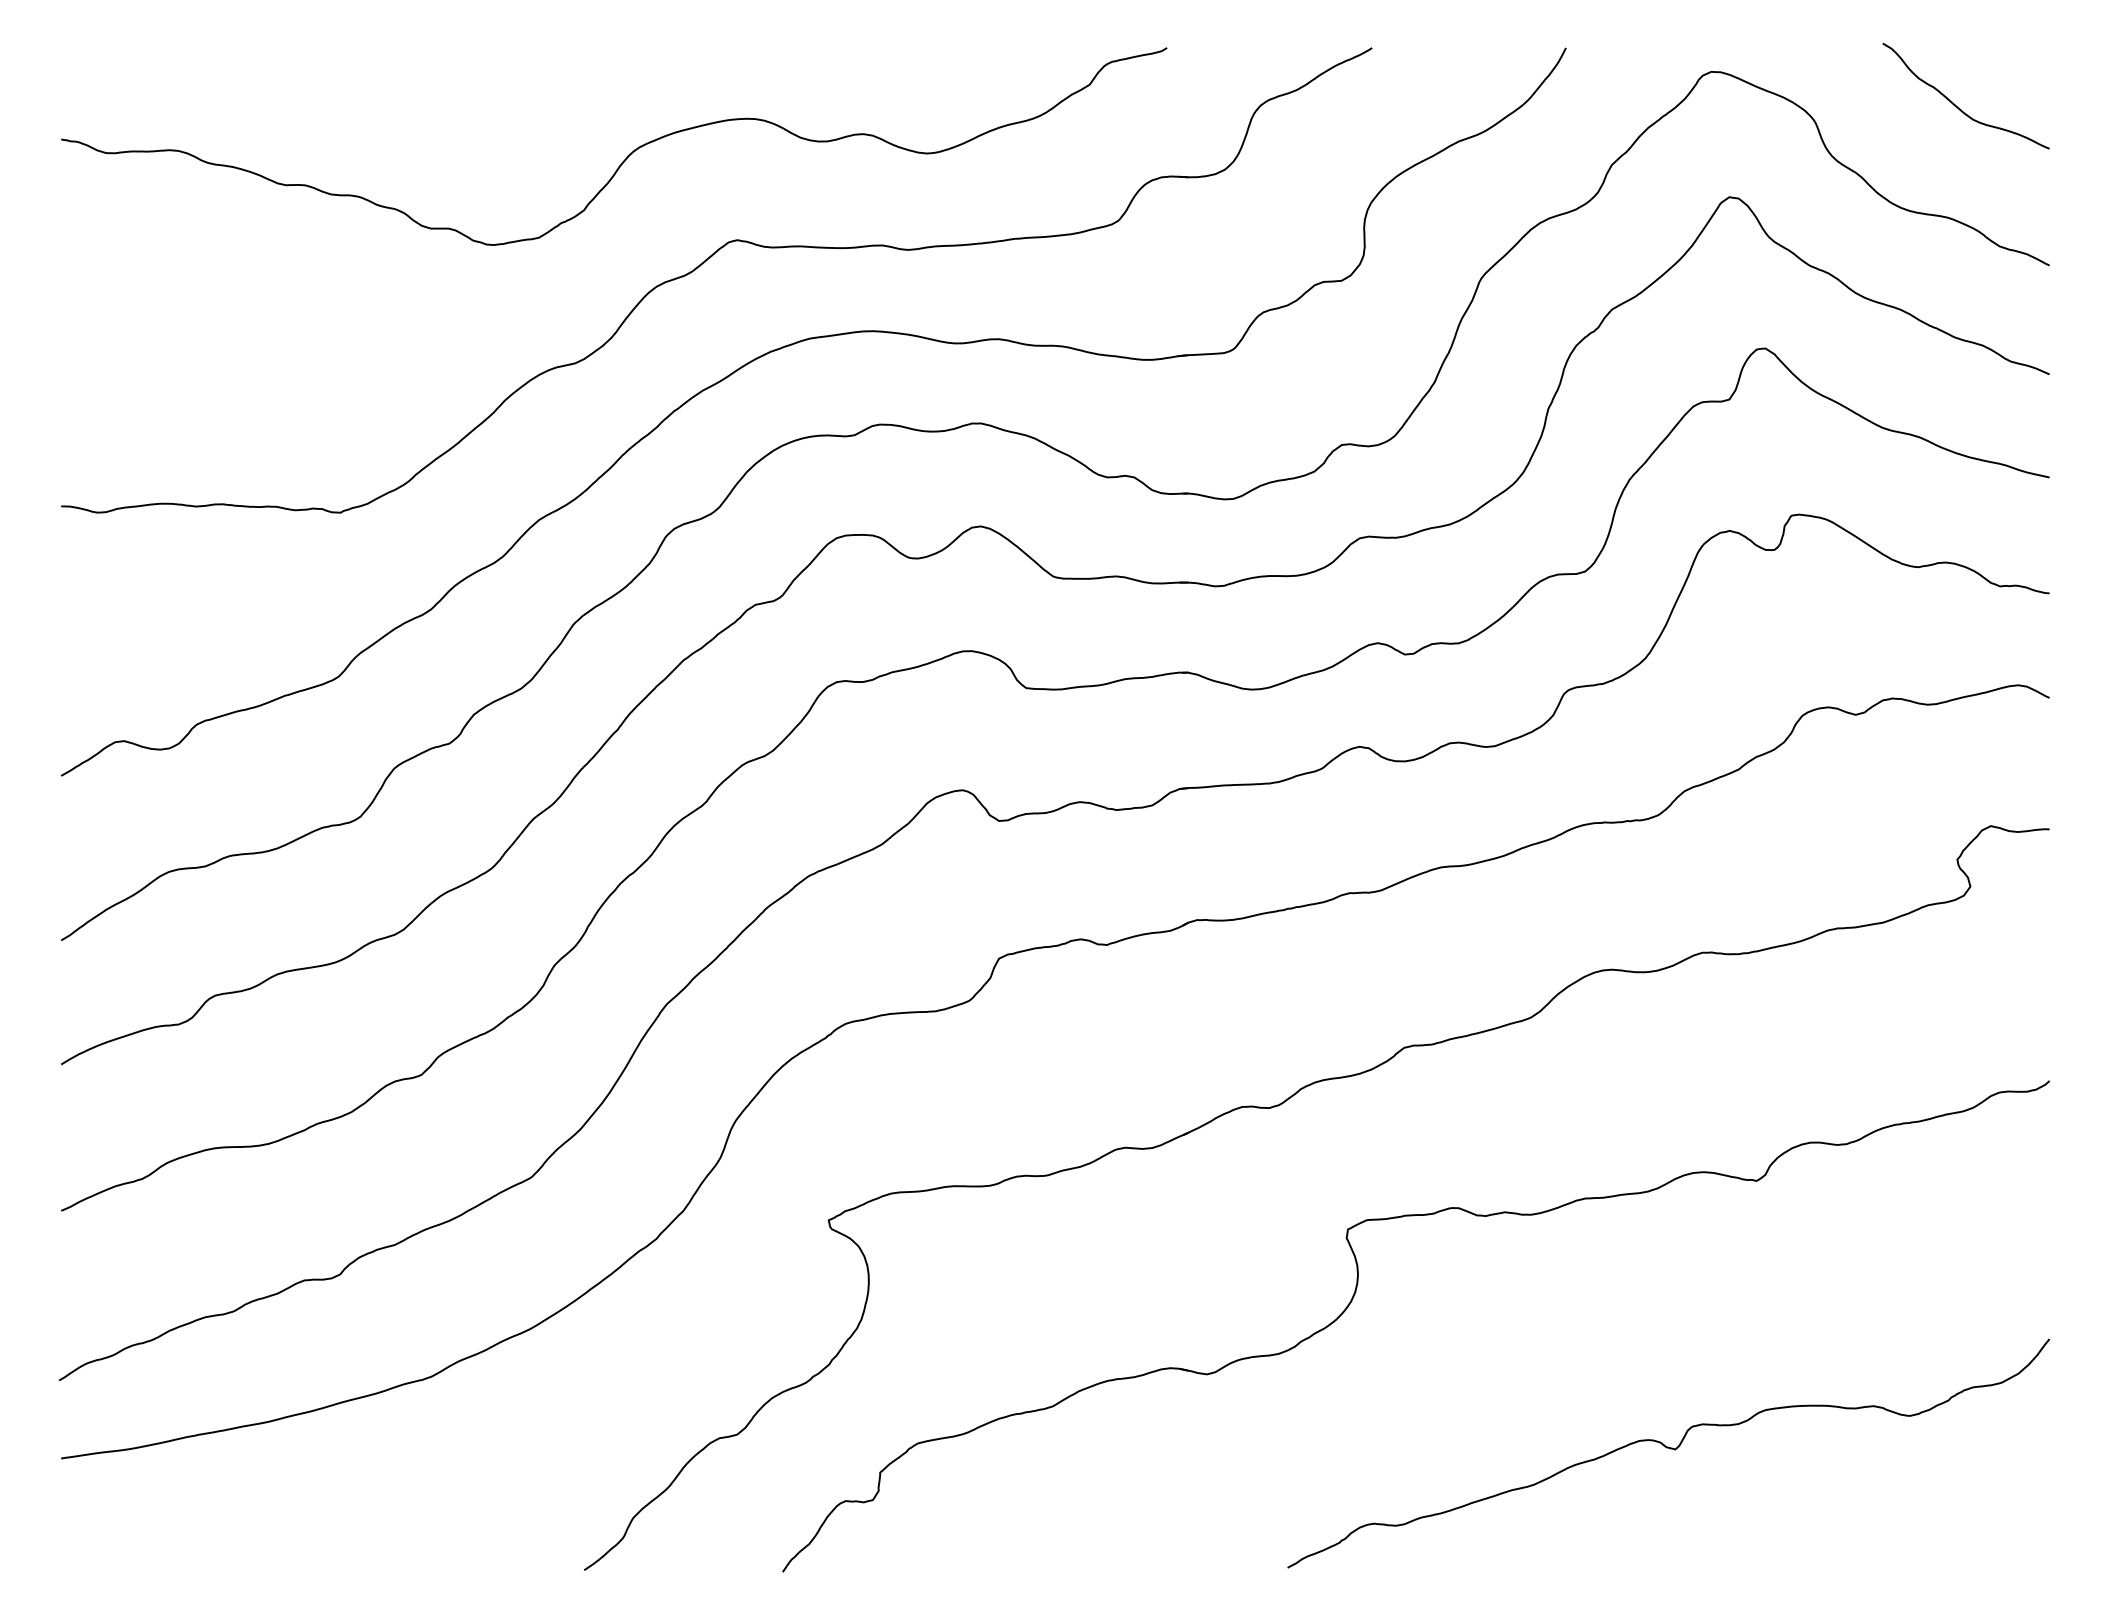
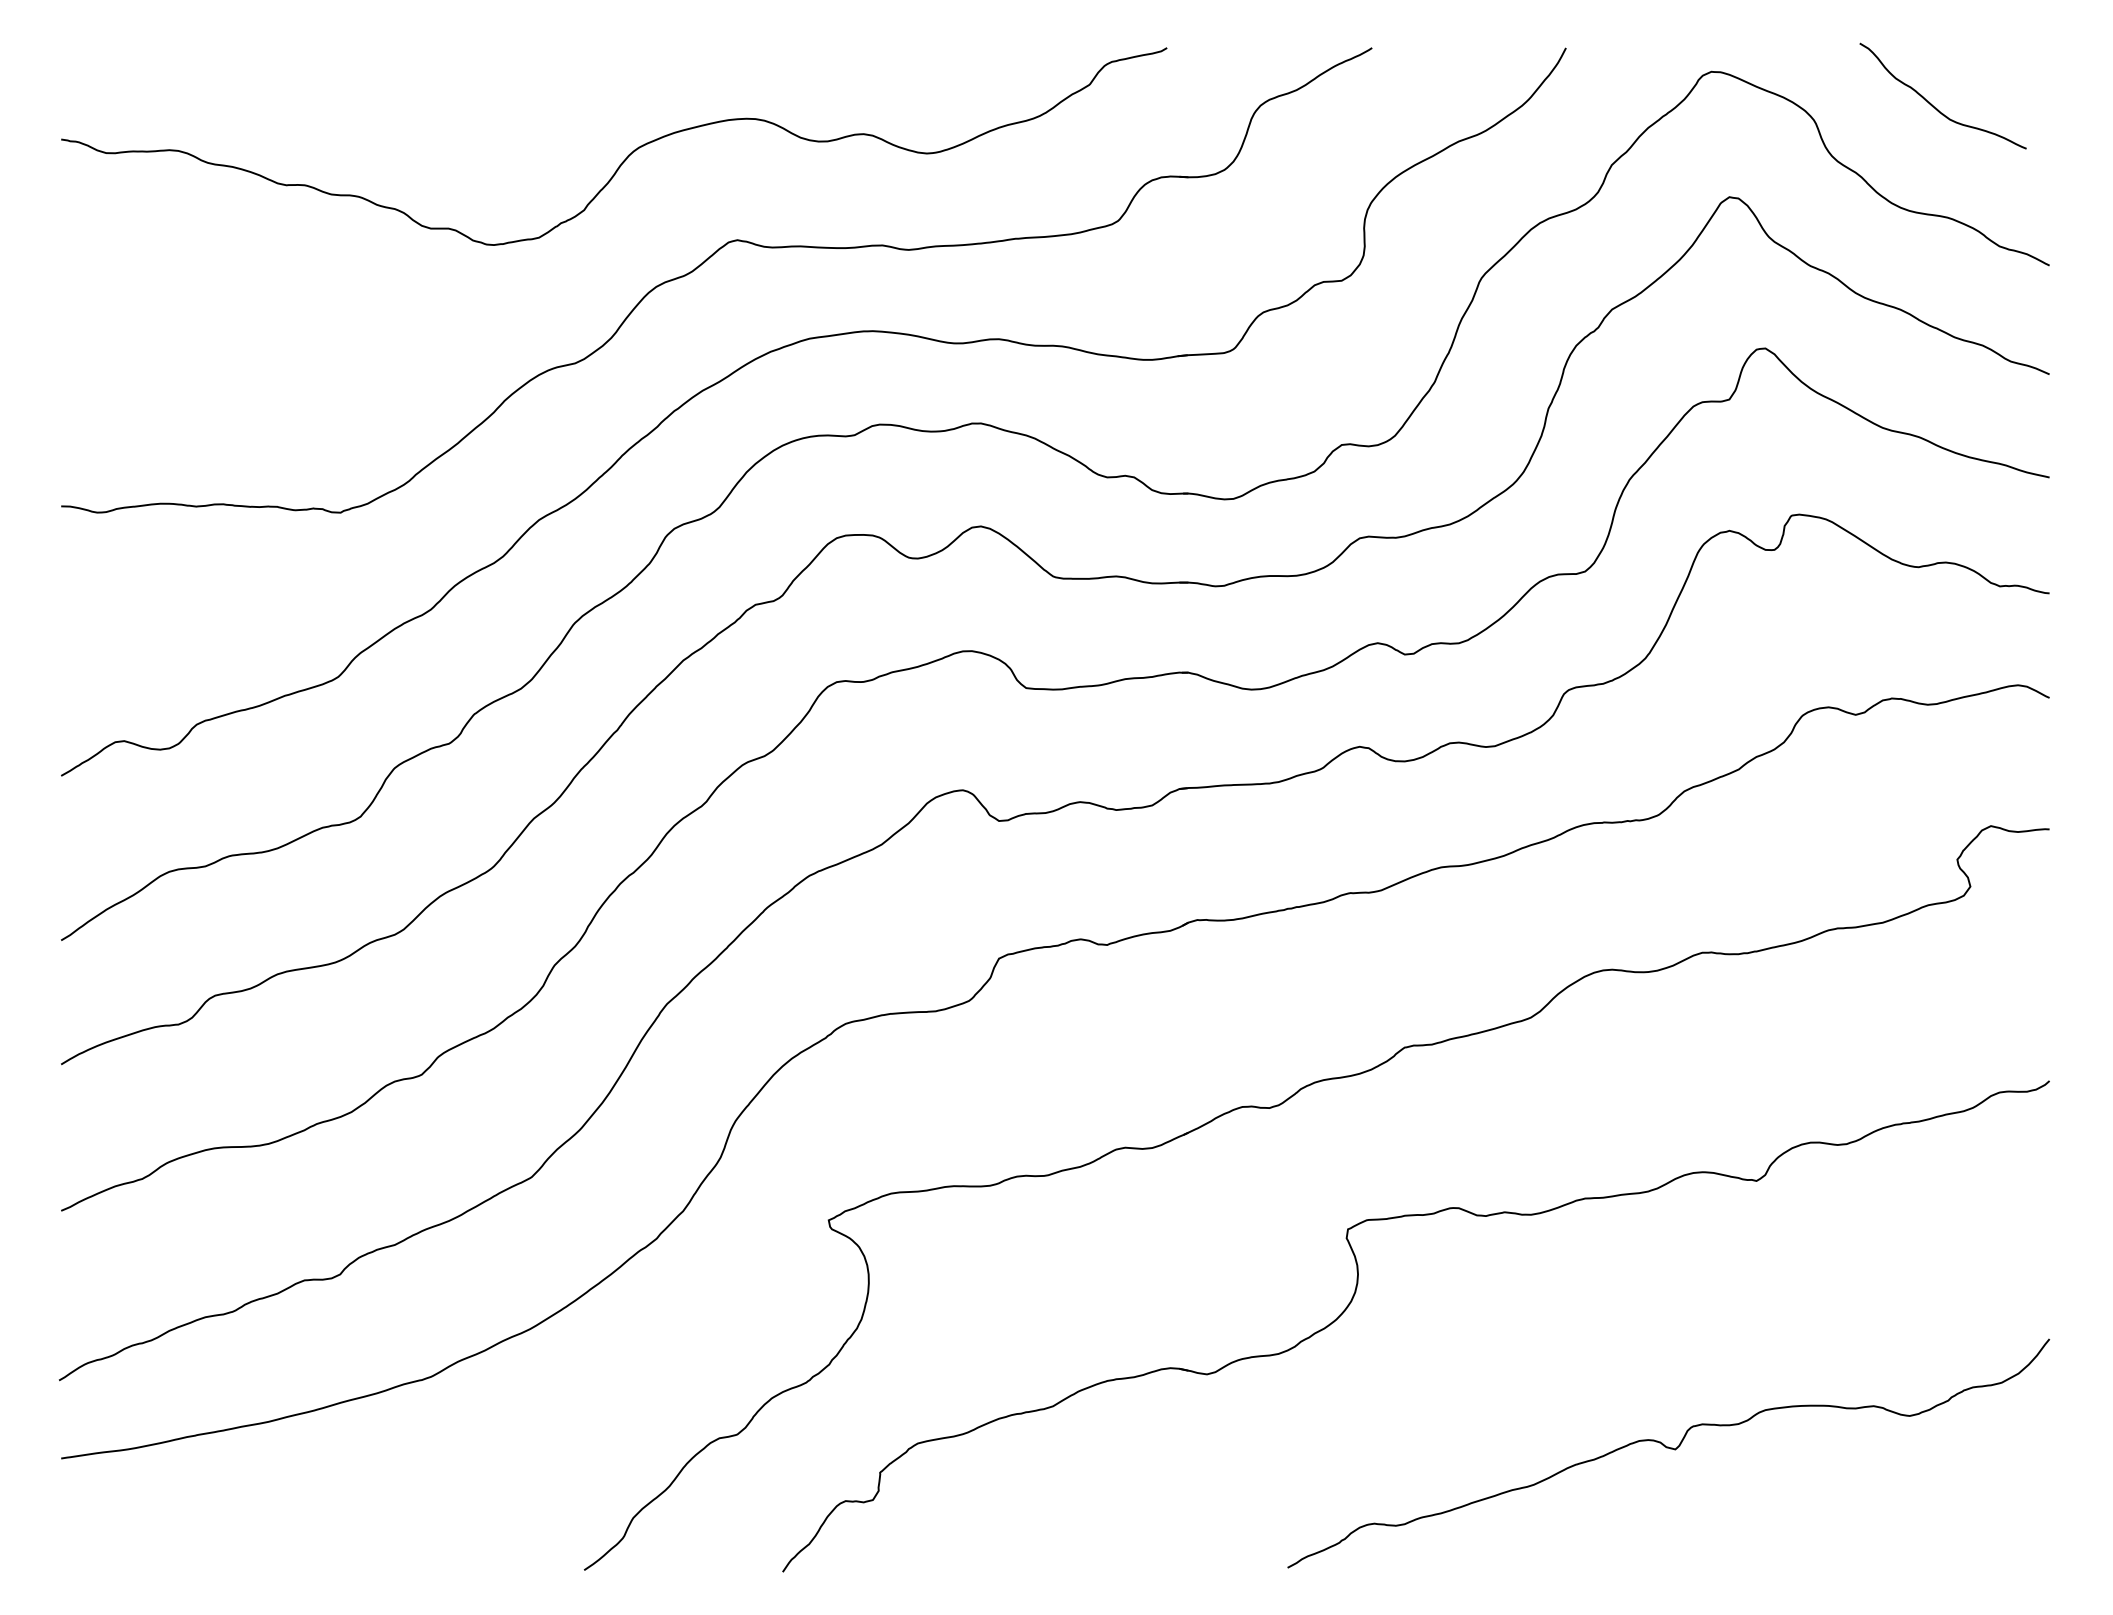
curve at (1959, 107) position: (1959, 107) -> (1936, 107)
